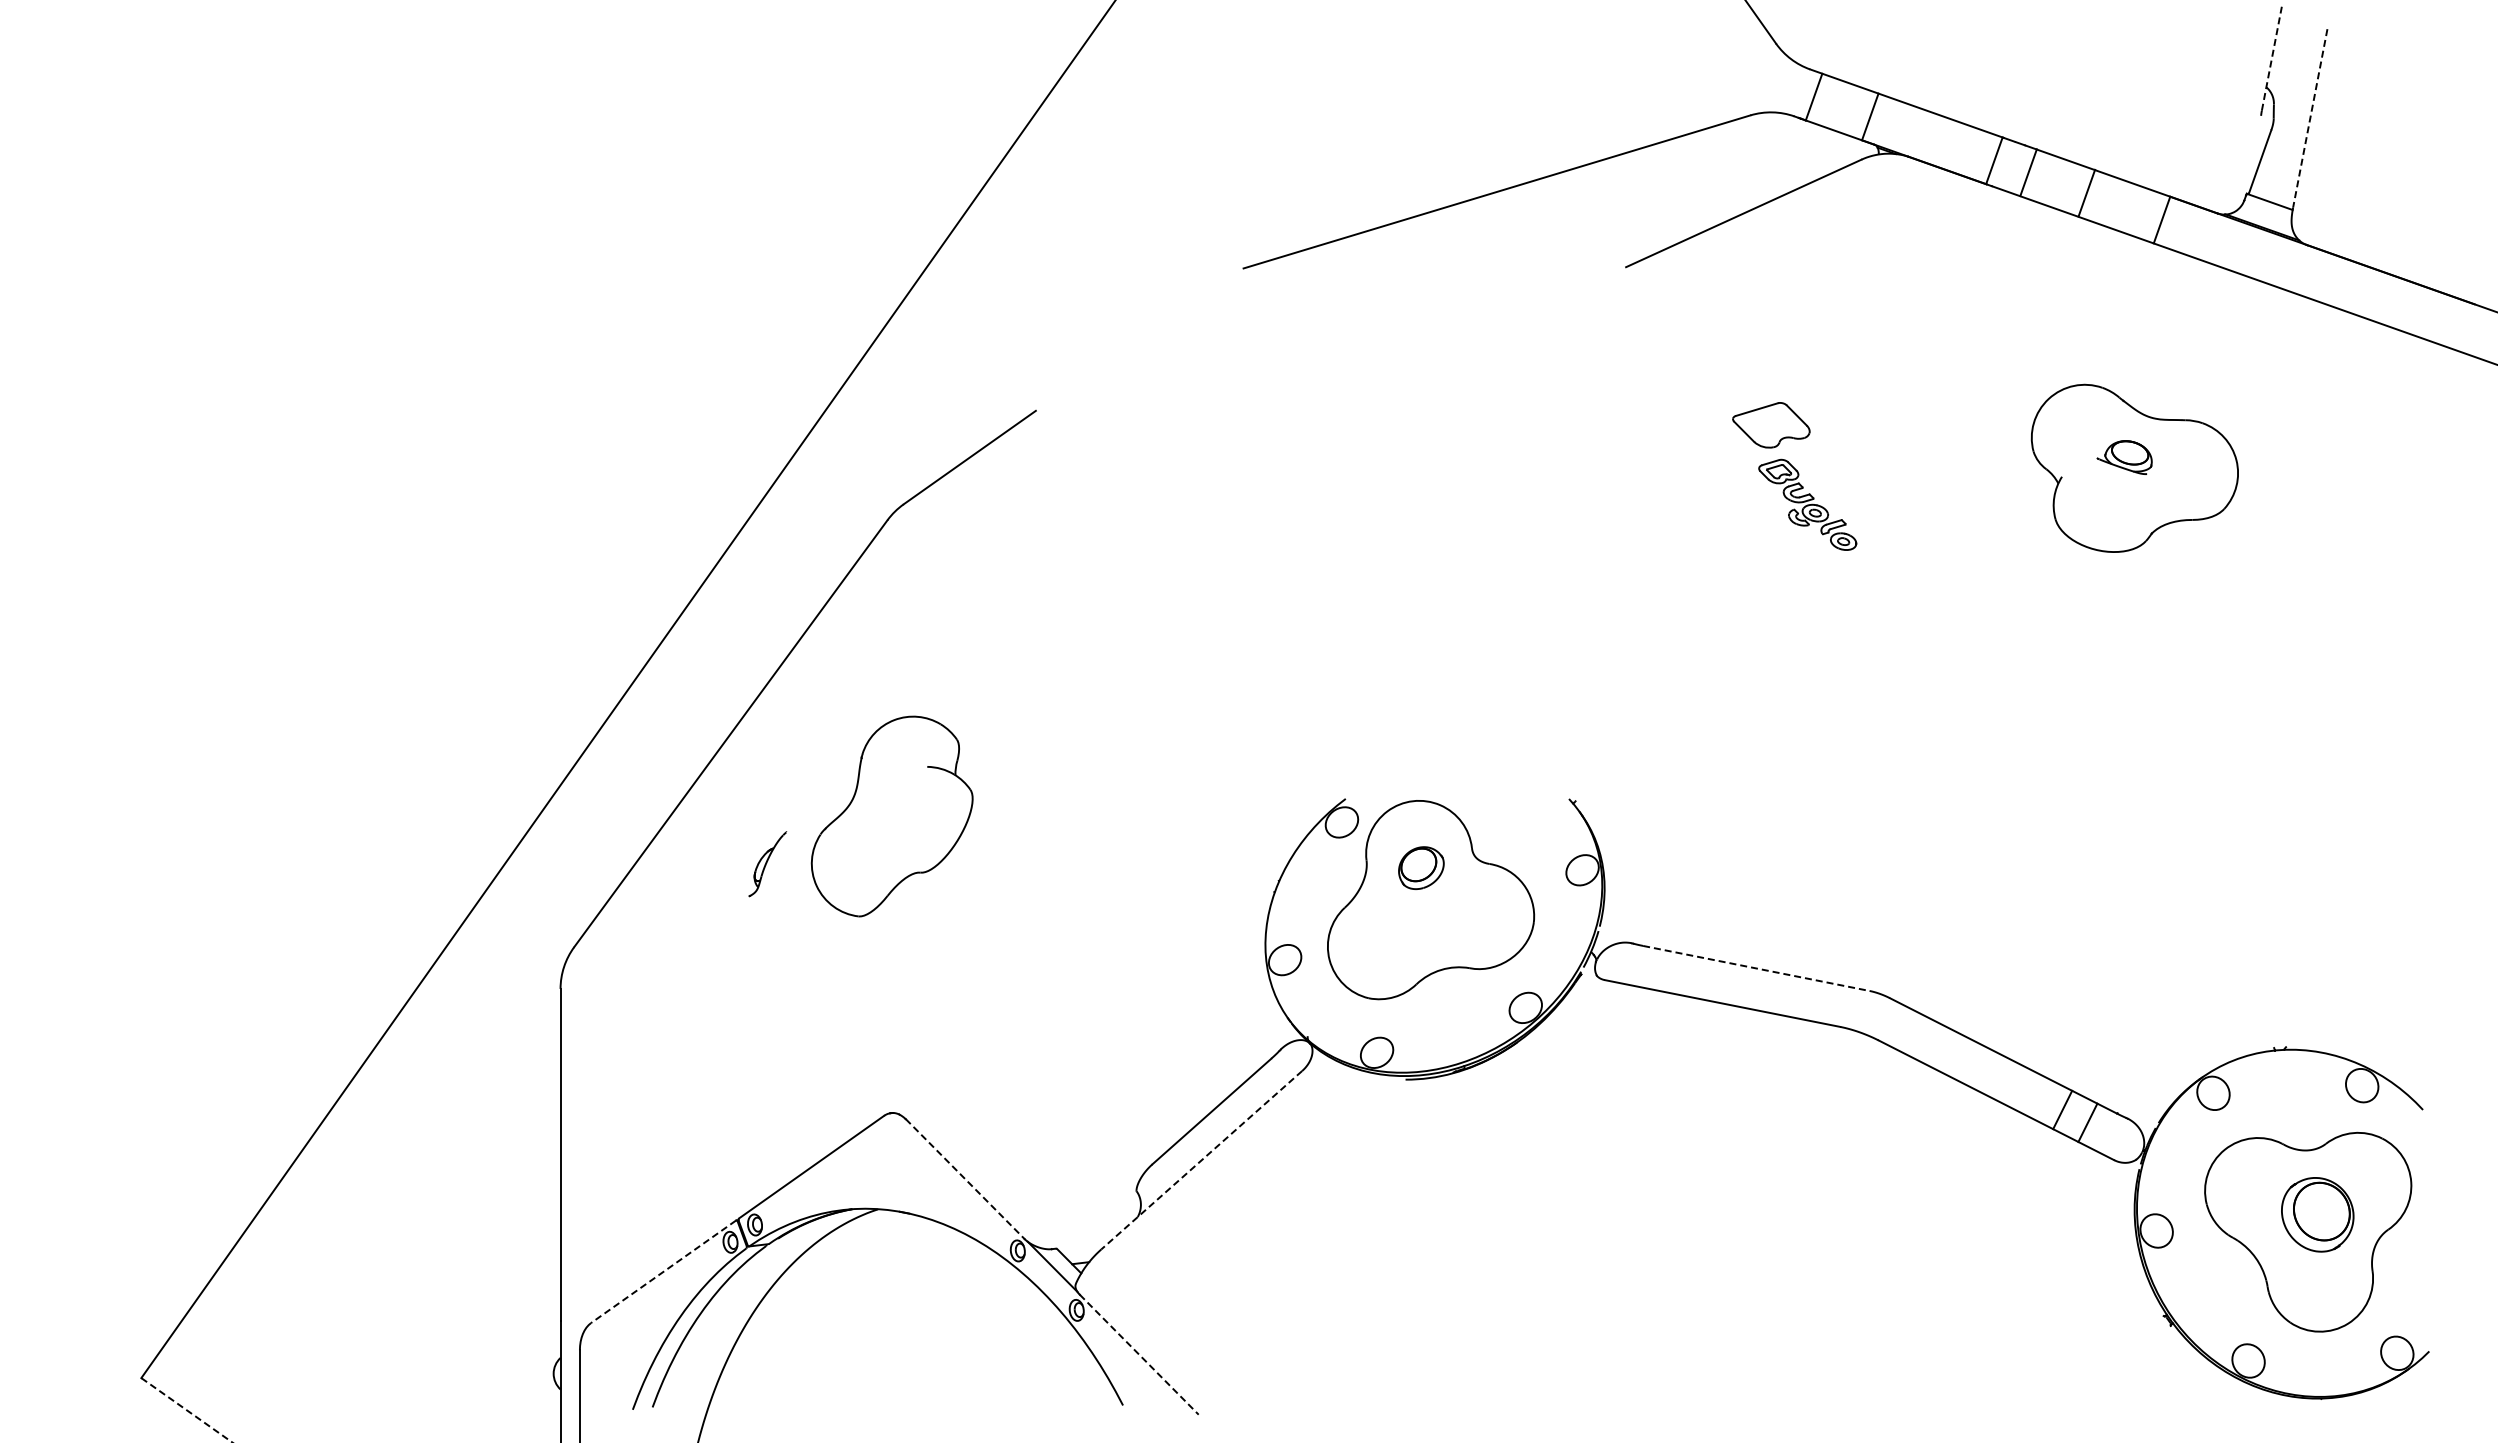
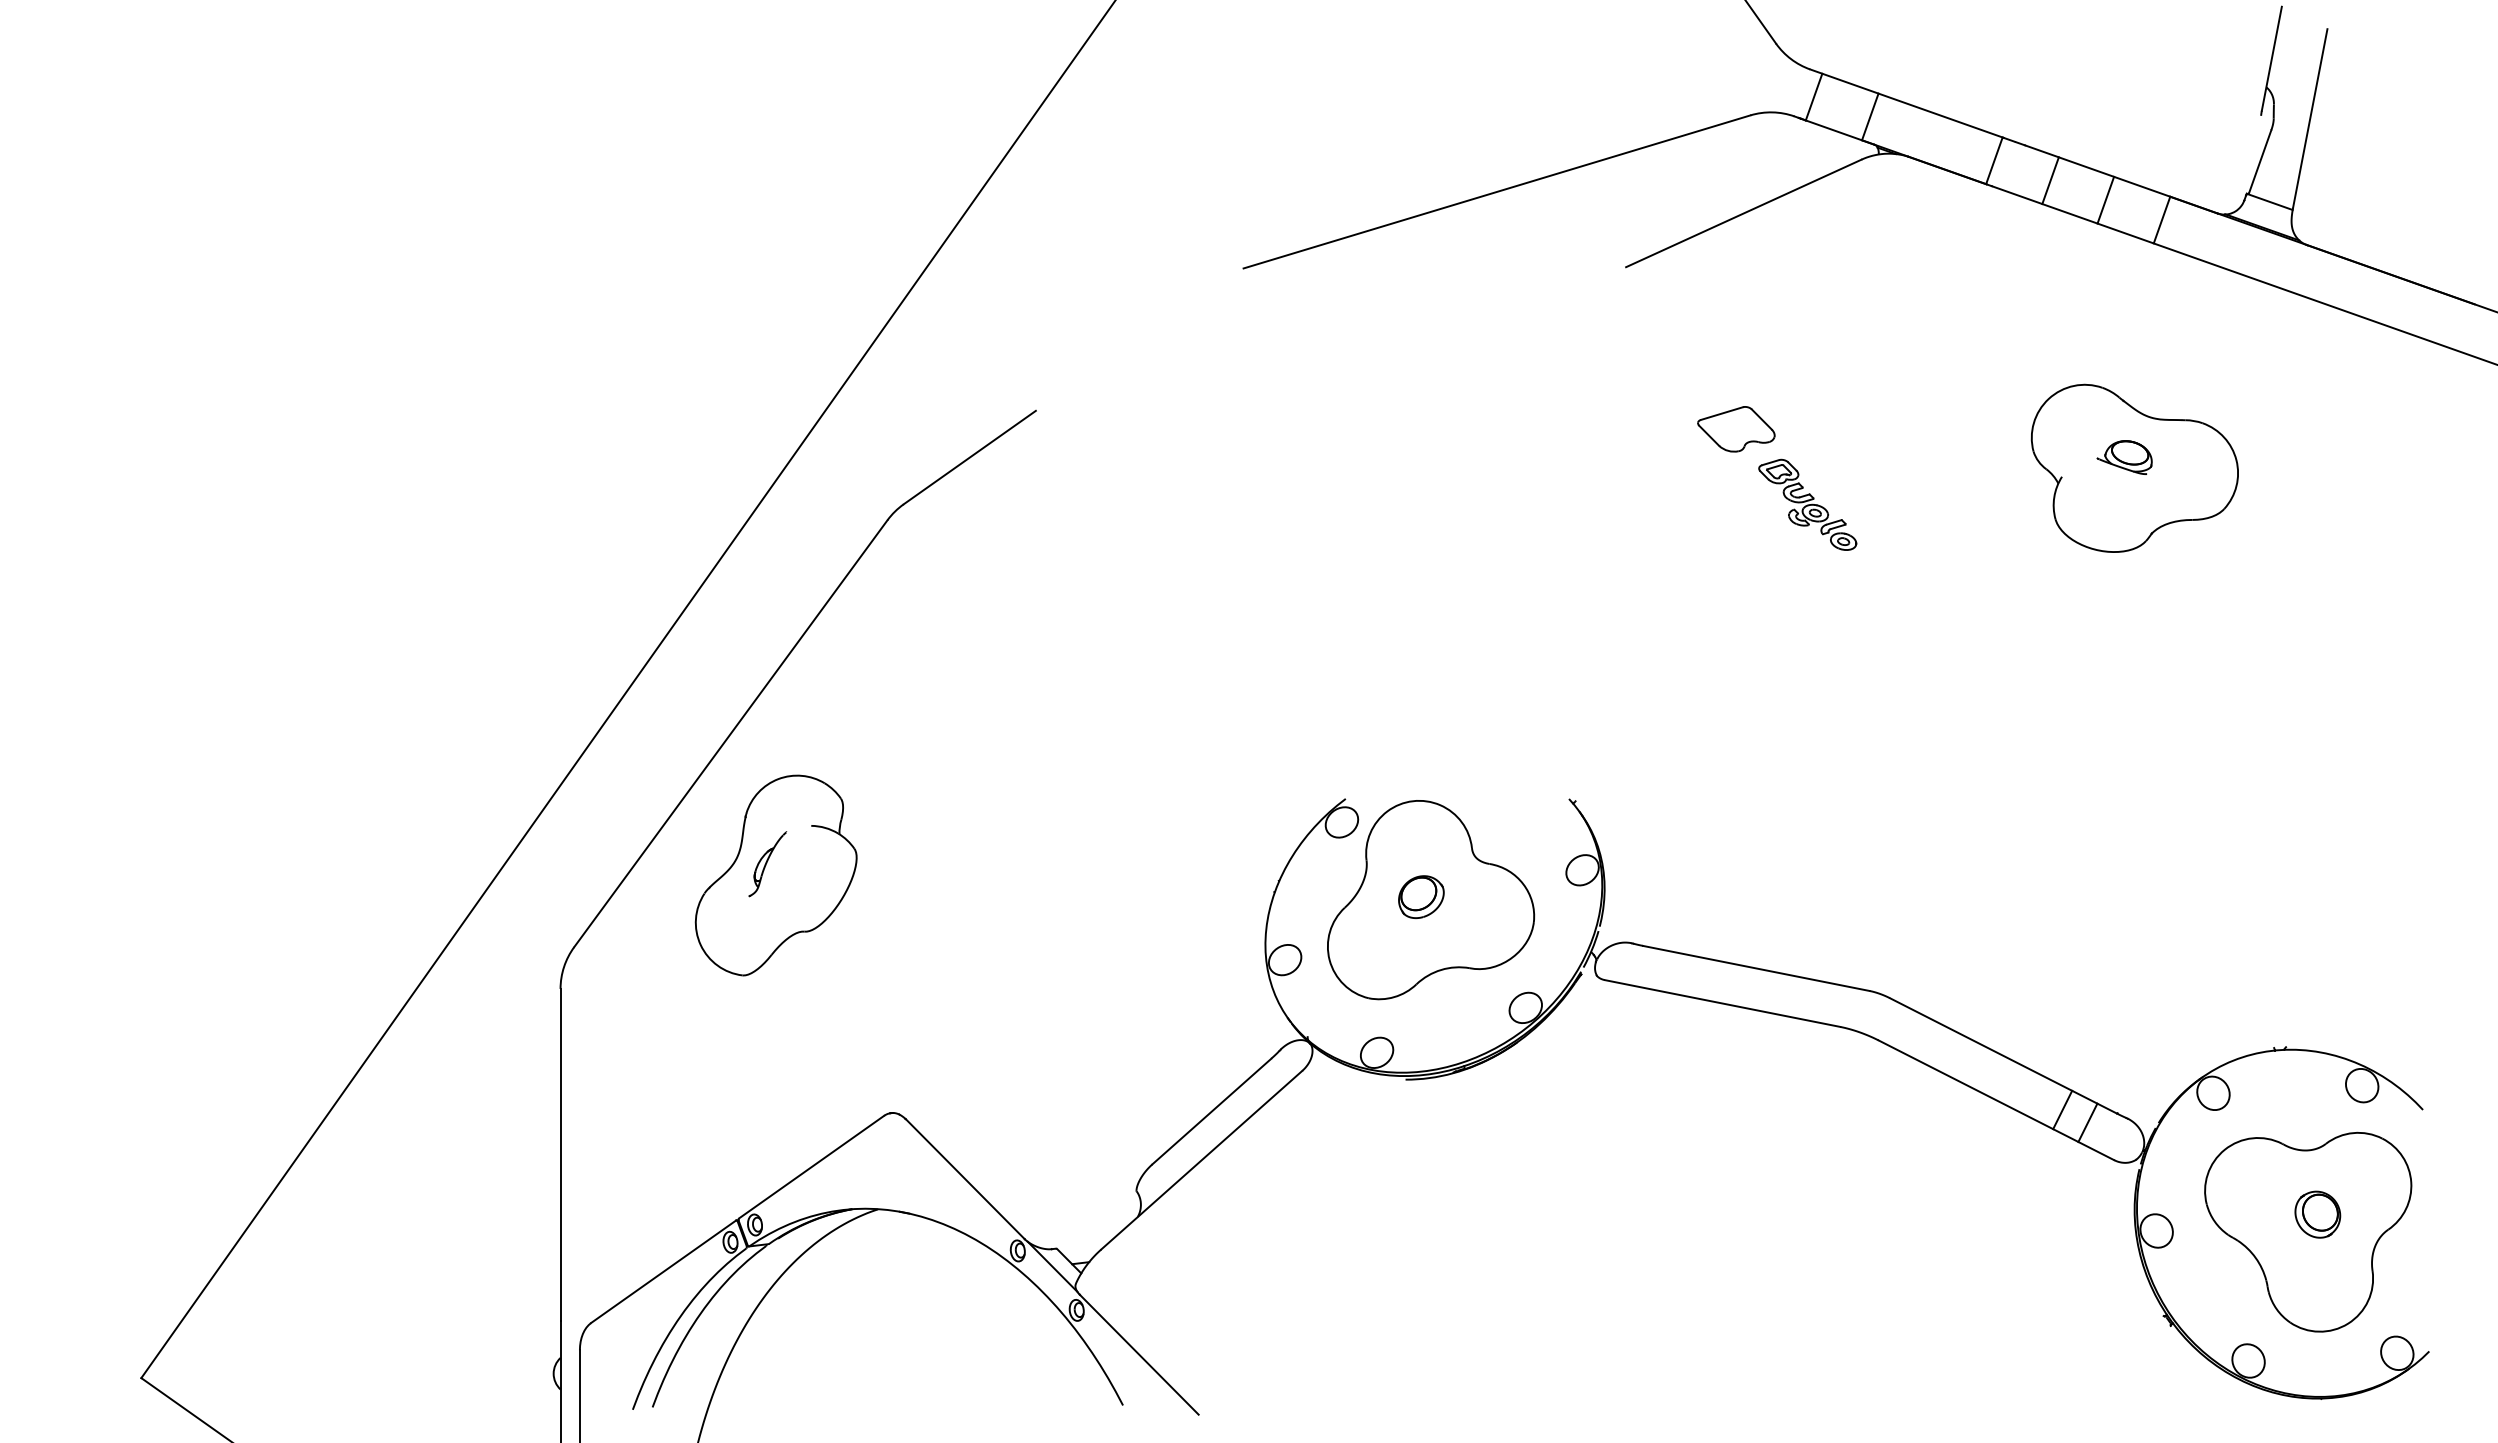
line at (2271, 58): dashed -> solid
line at (2310, 118): dashed -> solid
line at (2028, 172) position: (2028, 172) -> (2050, 180)
line at (2086, 192) position: (2086, 192) -> (2105, 199)
part at (1771, 425) position: (1771, 425) -> (1736, 429)
part at (891, 816) position: (891, 816) -> (775, 875)
part at (1421, 867) position: (1421, 867) -> (1421, 896)
line at (1756, 968): dashed -> solid
line at (1201, 1160): dashed -> solid
line at (965, 1179): dashed -> solid
part at (2317, 1214) size: 74x76 px -> 48x49 px
line at (663, 1271): dashed -> solid
line at (1139, 1355): dashed -> solid
line at (187, 1410): dashed -> solid
